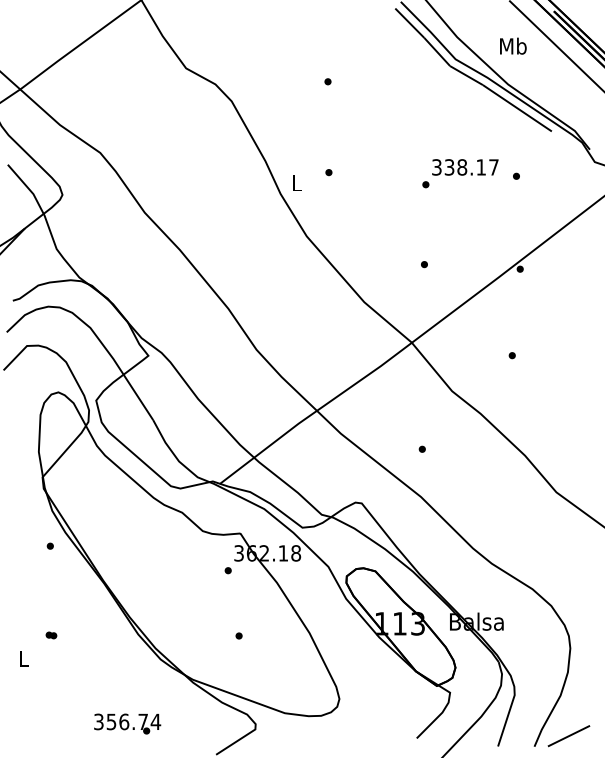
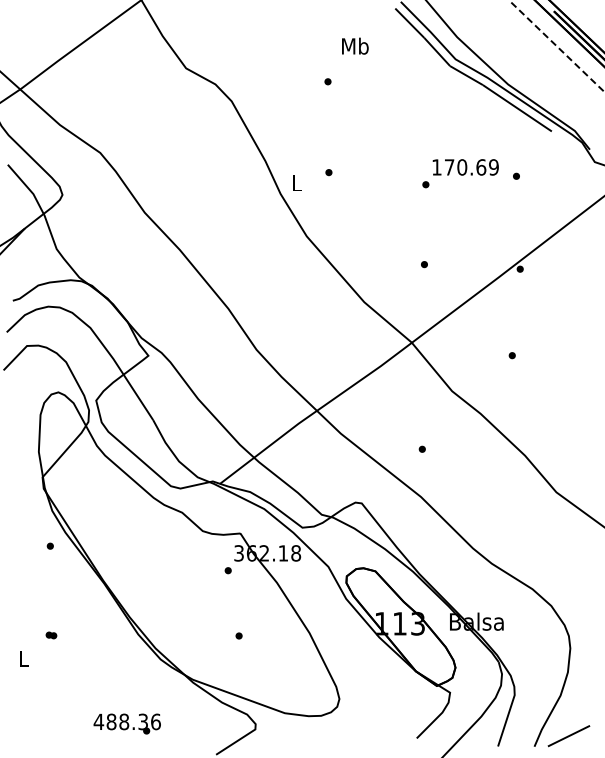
text at (513, 45) position: (513, 45) -> (355, 45)
line at (556, 46): solid -> dashed
text at (465, 167): 338.17 -> 170.69
text at (127, 721): 356.74 -> 488.36
